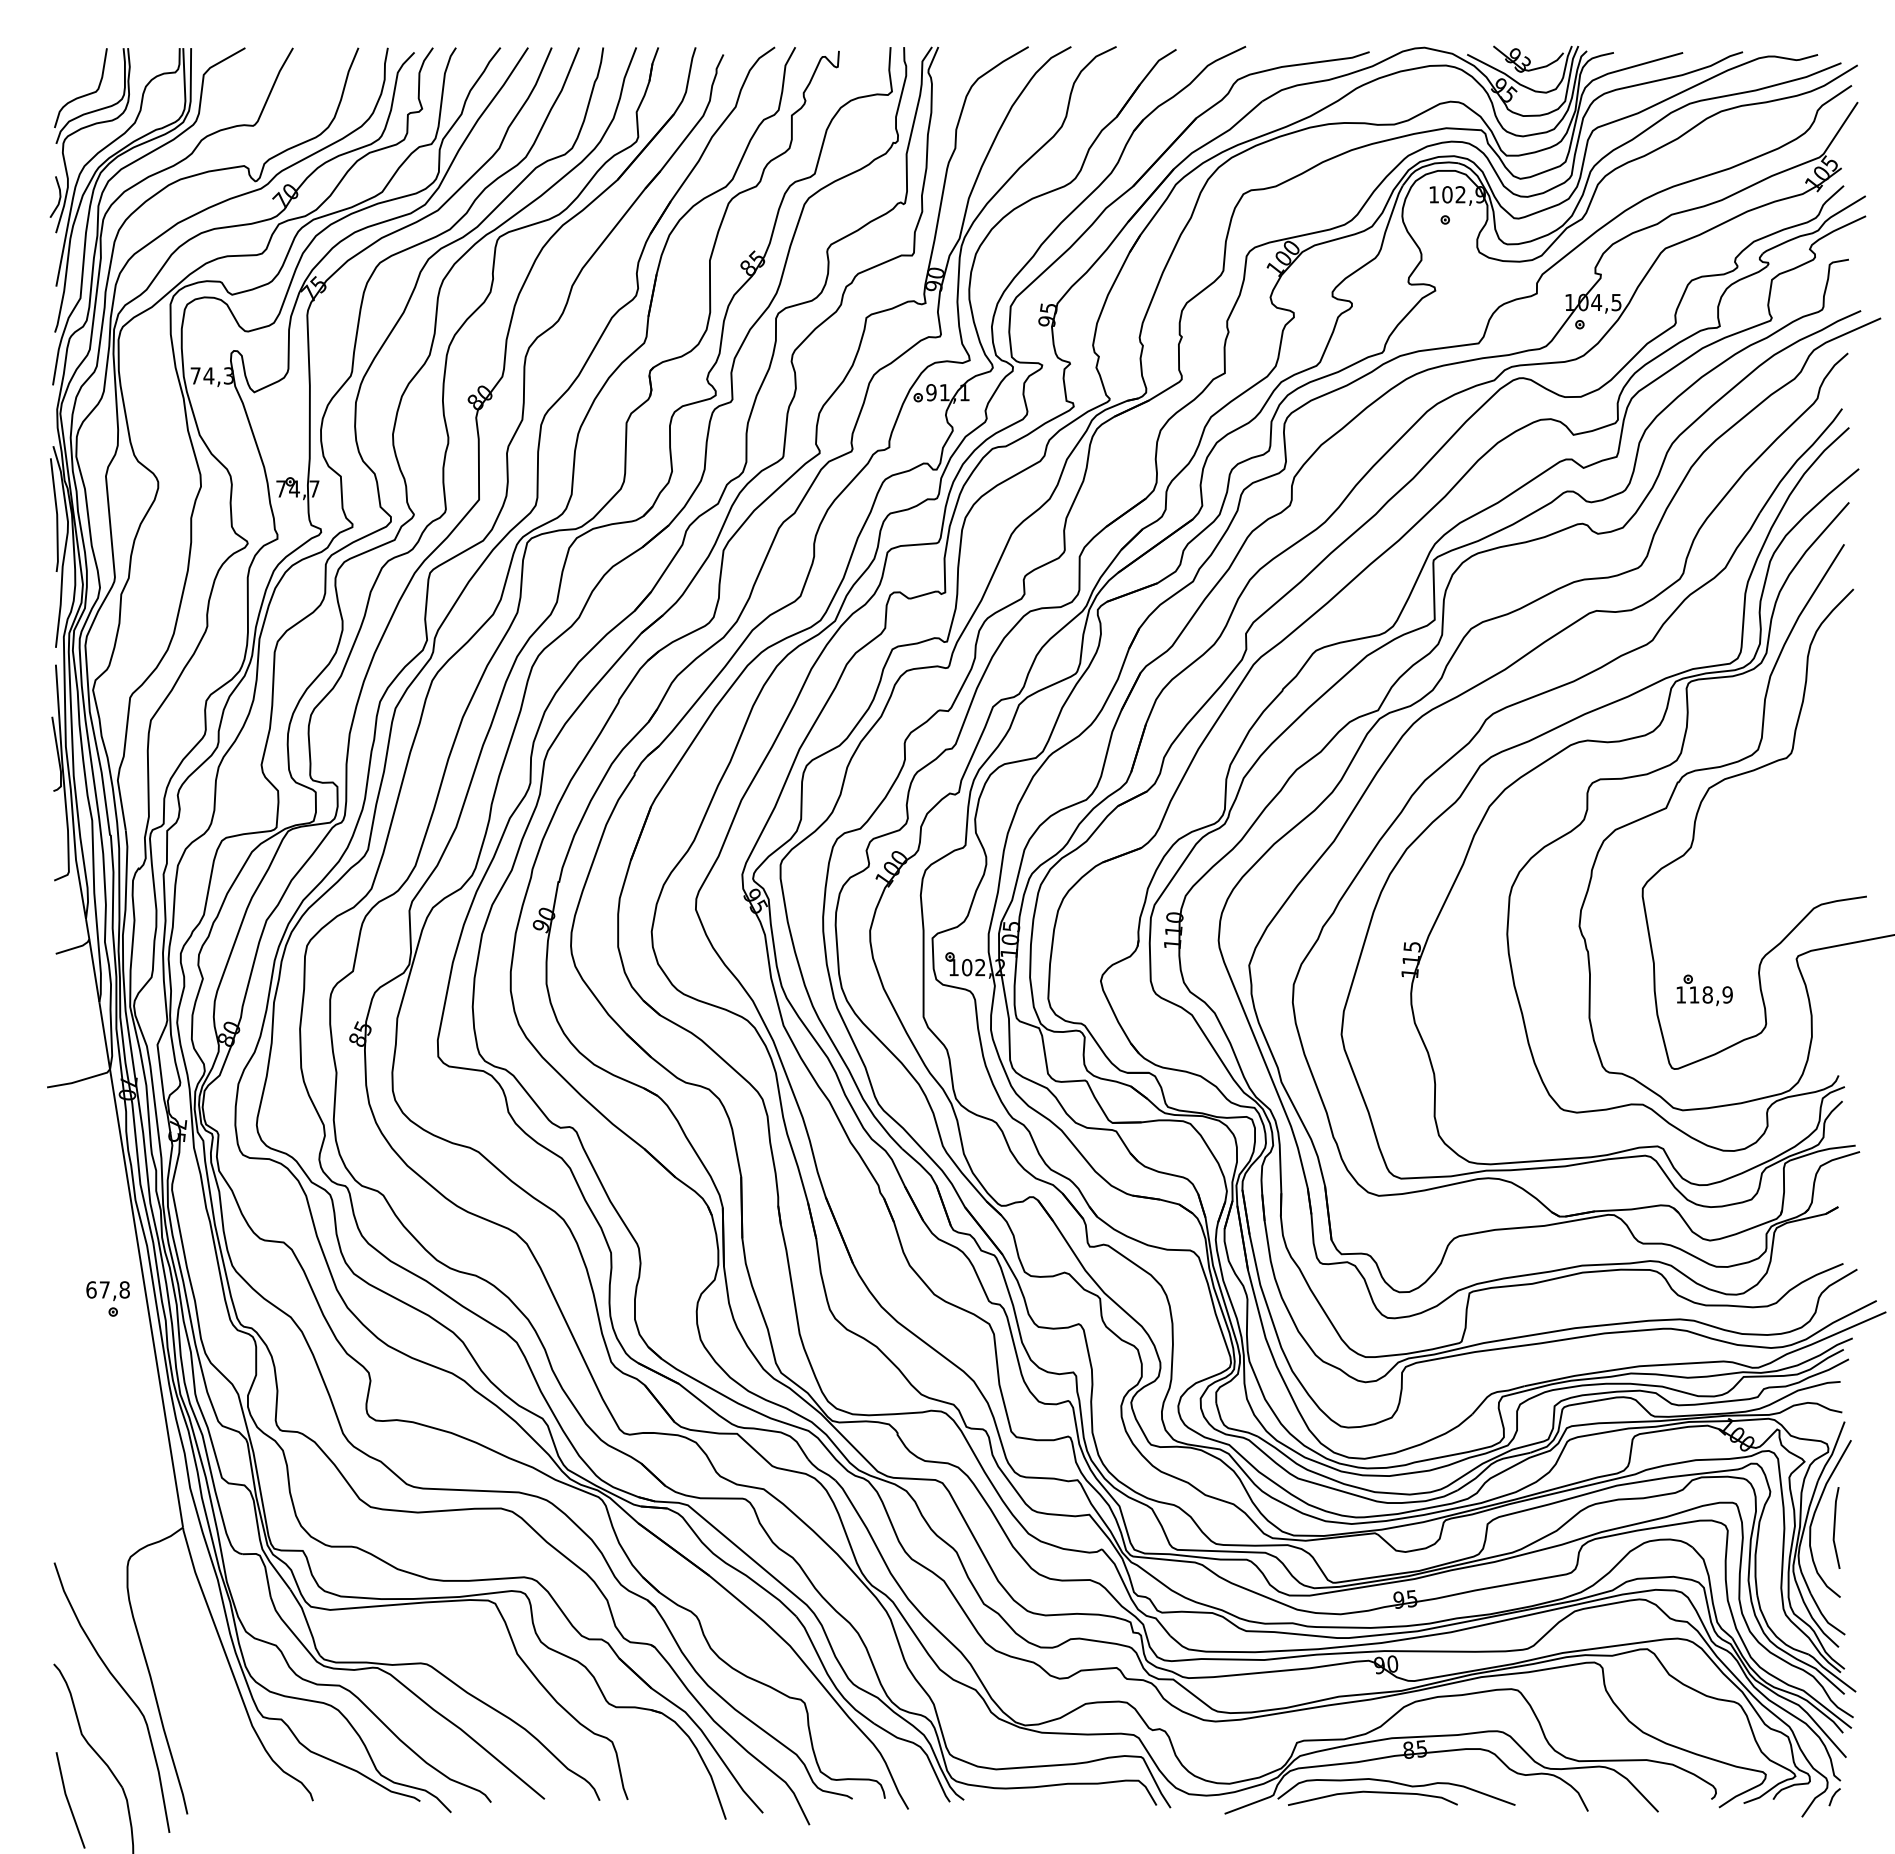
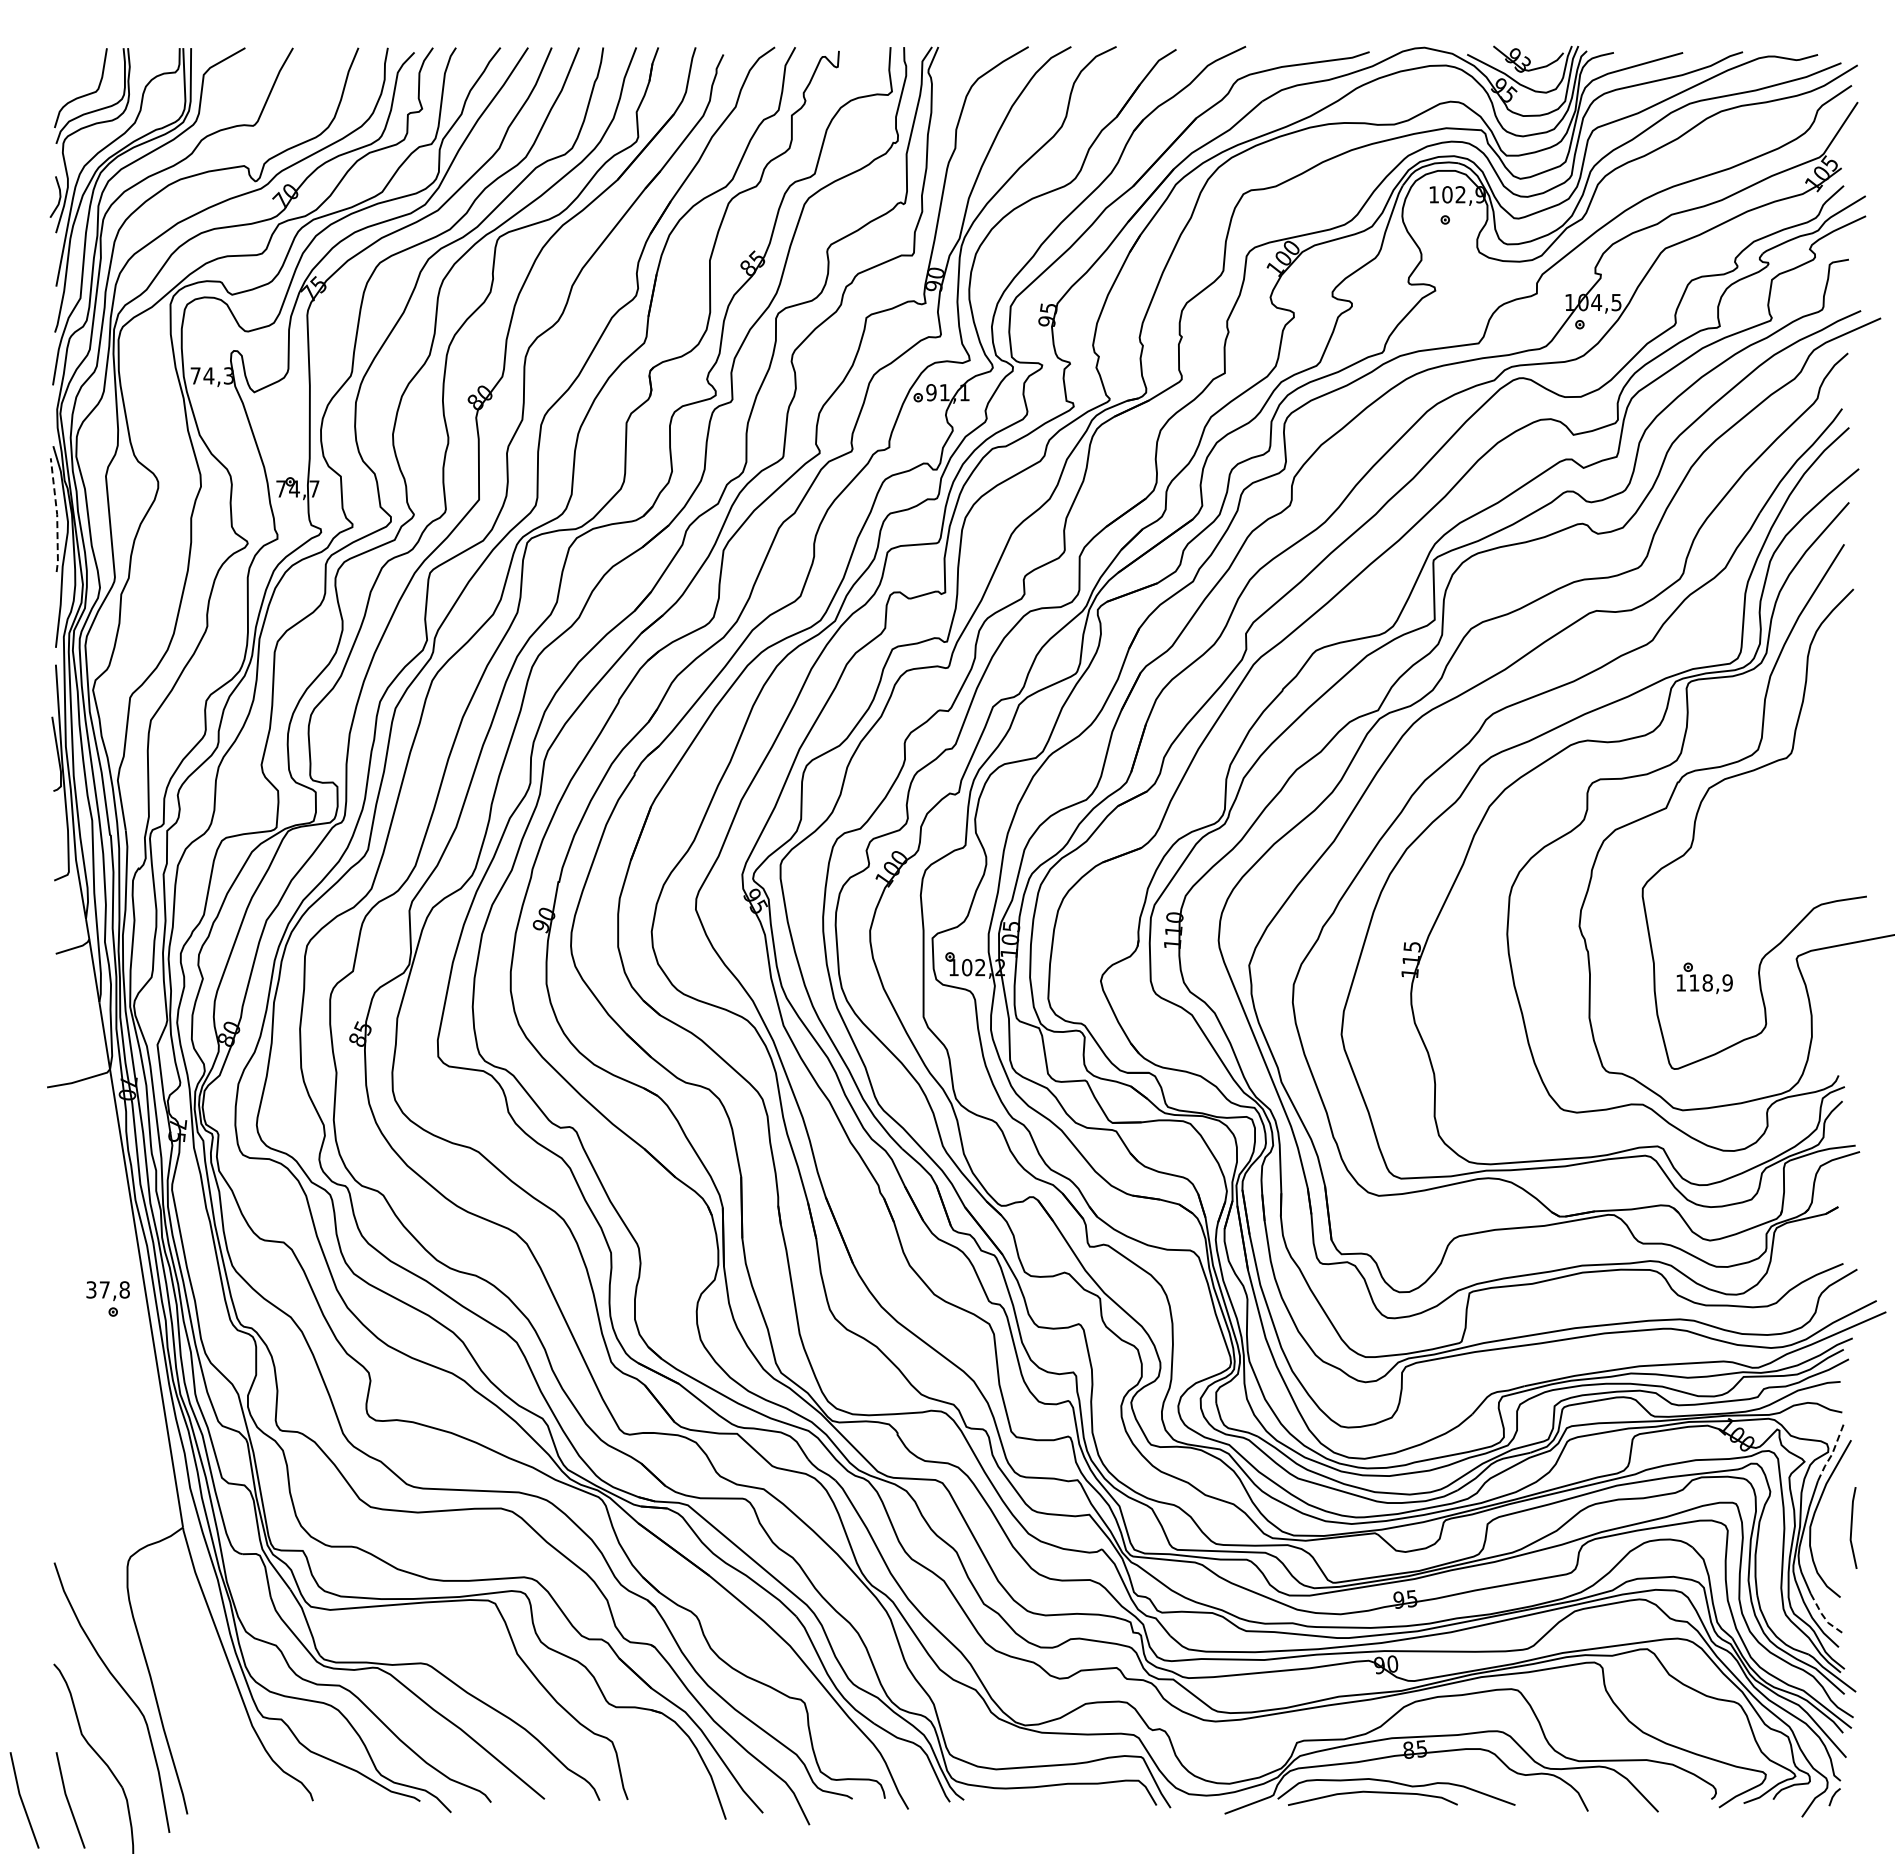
line at (57, 515): solid -> dashed
part at (1704, 990) position: (1704, 990) -> (1704, 978)
text at (91, 1289): 67,8 -> 37,8
line at (1832, 1452): solid -> dashed
line at (1835, 1527) position: (1835, 1527) -> (1852, 1527)
line at (1824, 1617): solid -> dashed
line at (23, 1801): none -> present
